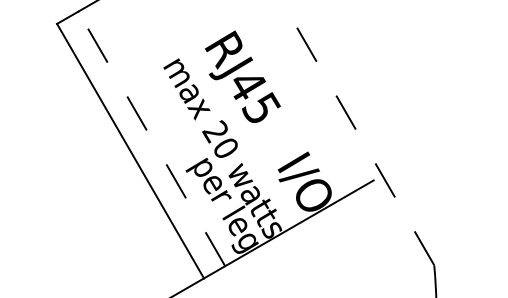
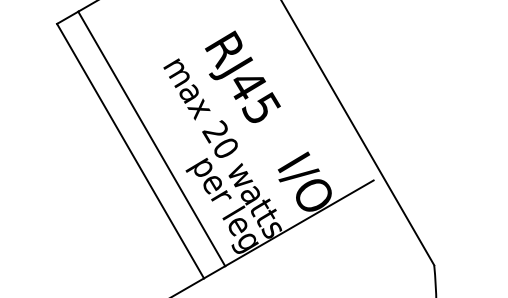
line at (357, 132): dashed -> solid
line at (151, 138): dashed -> solid
